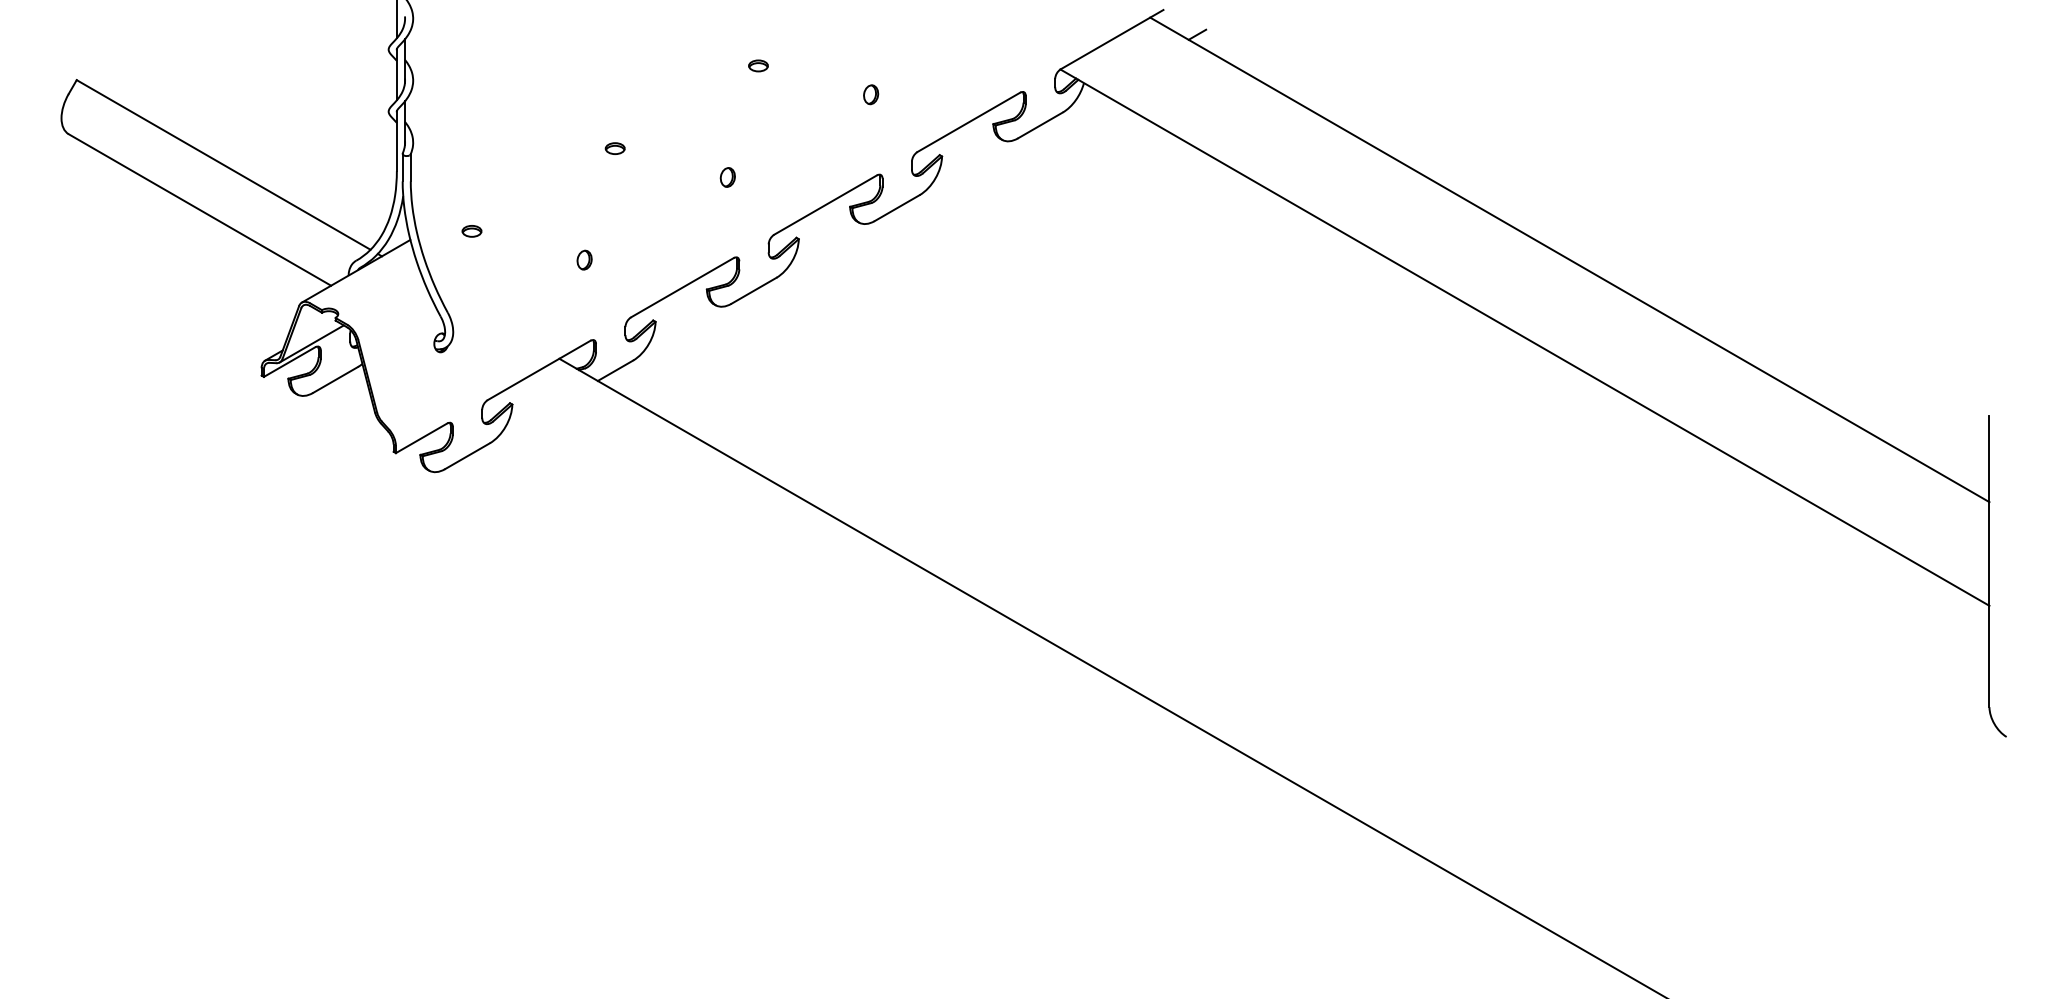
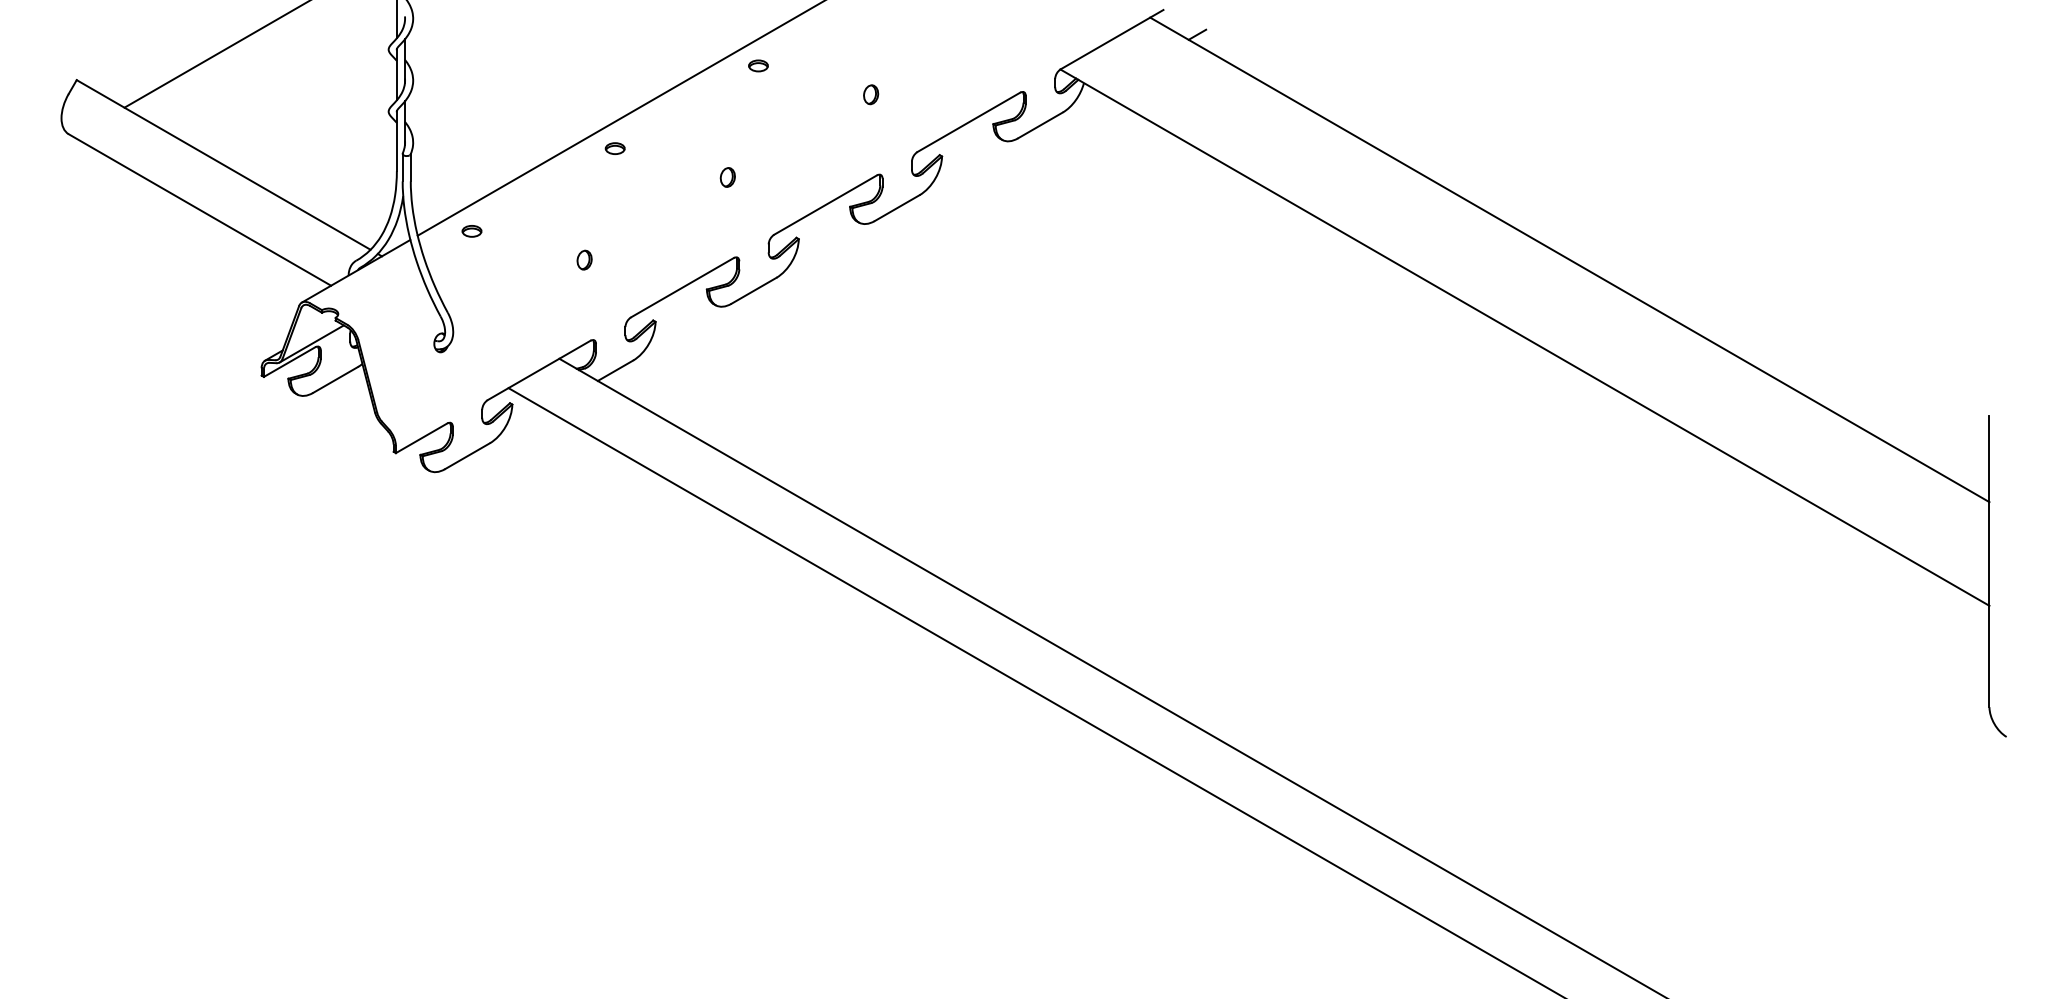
line at (215, 54): none -> present
line at (619, 118): none -> present
line at (1034, 691): none -> present
